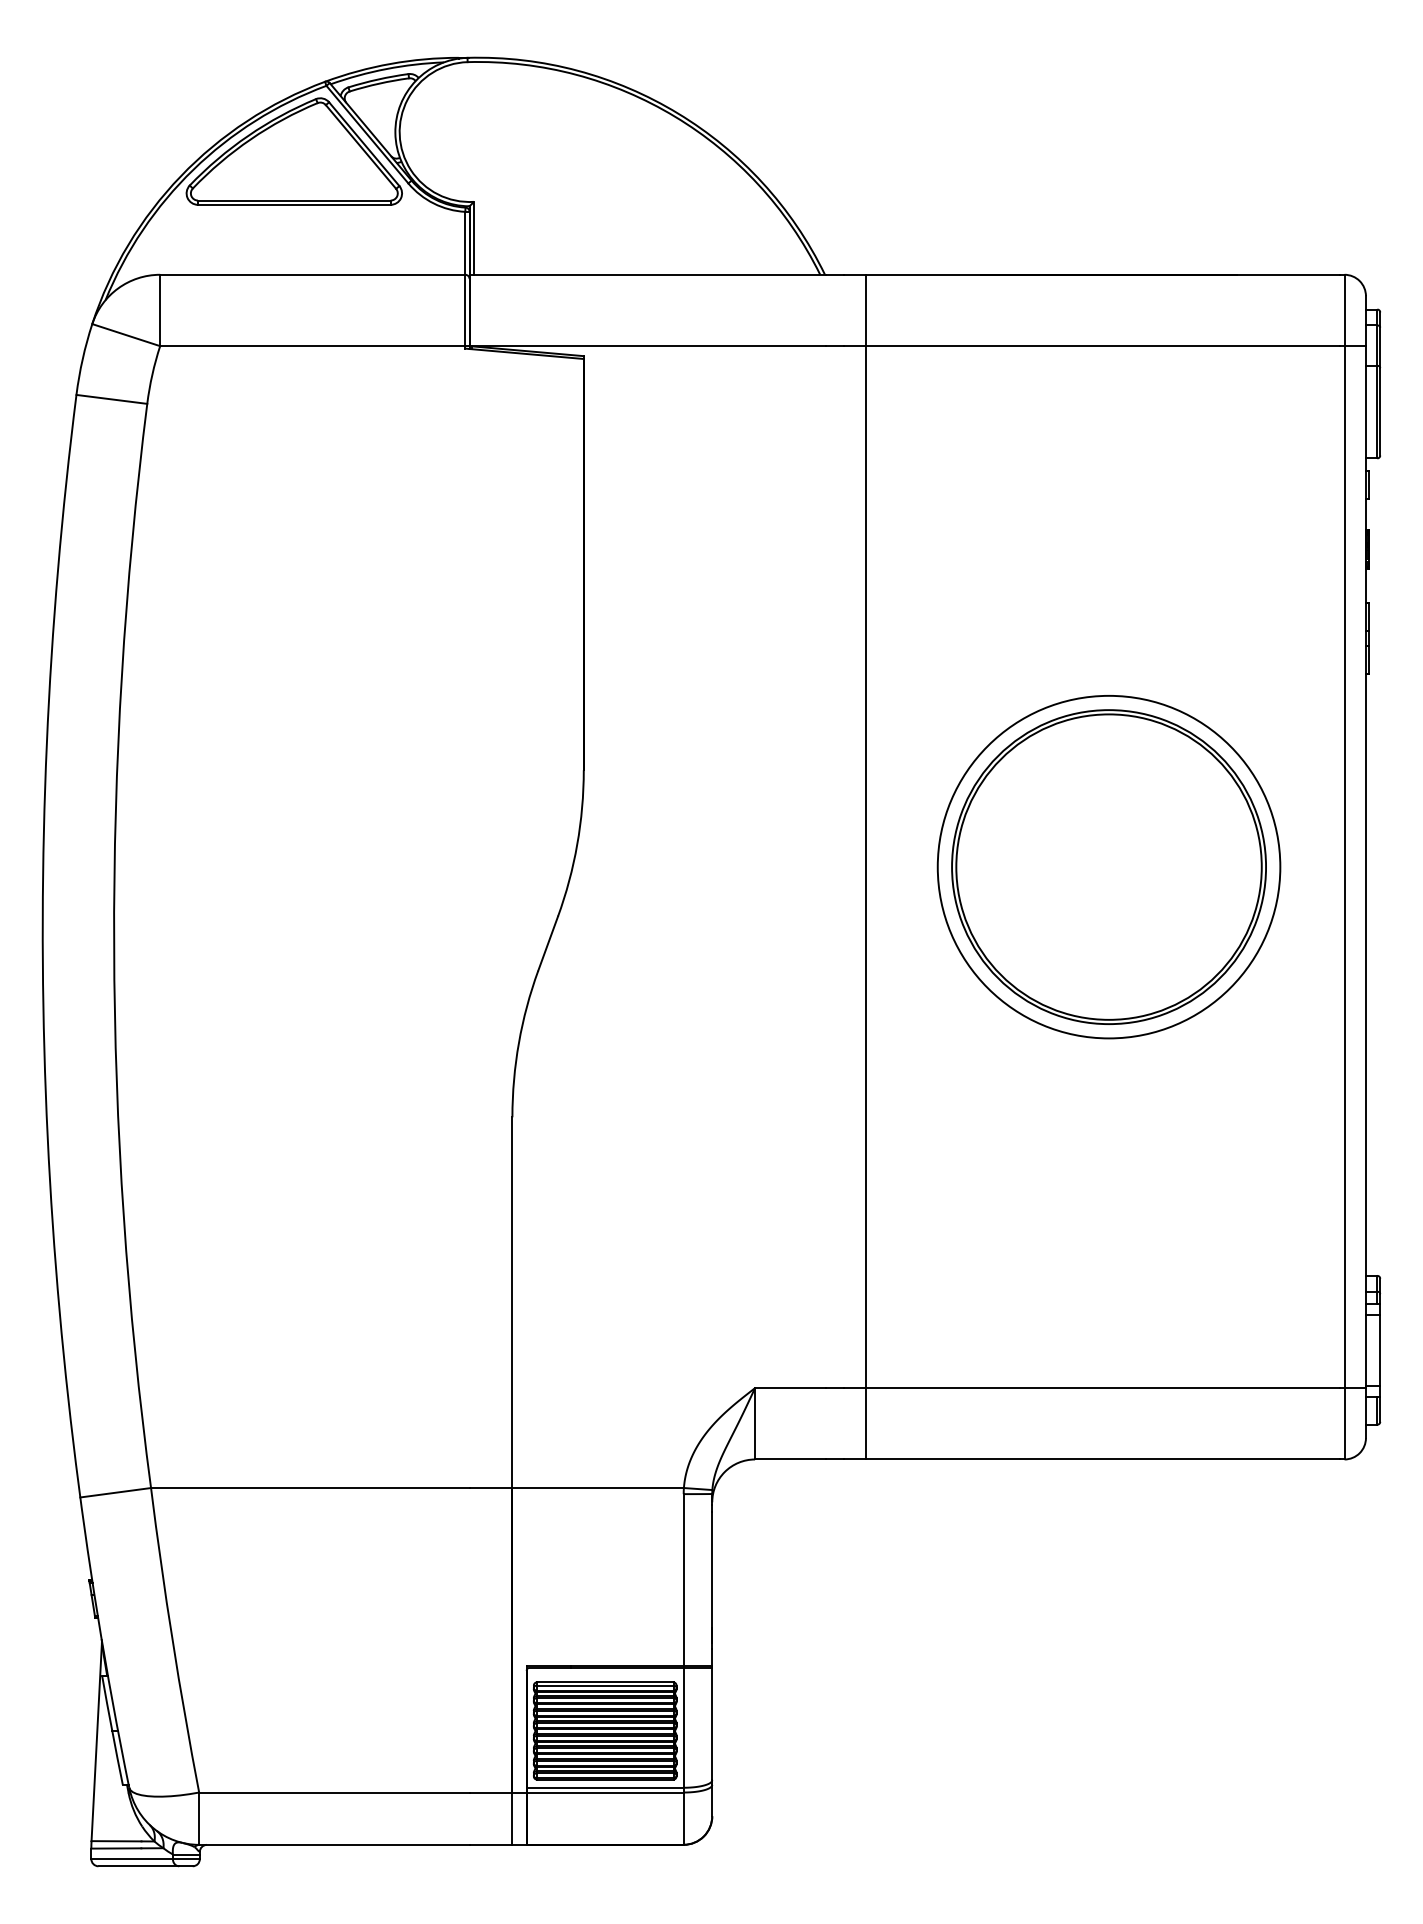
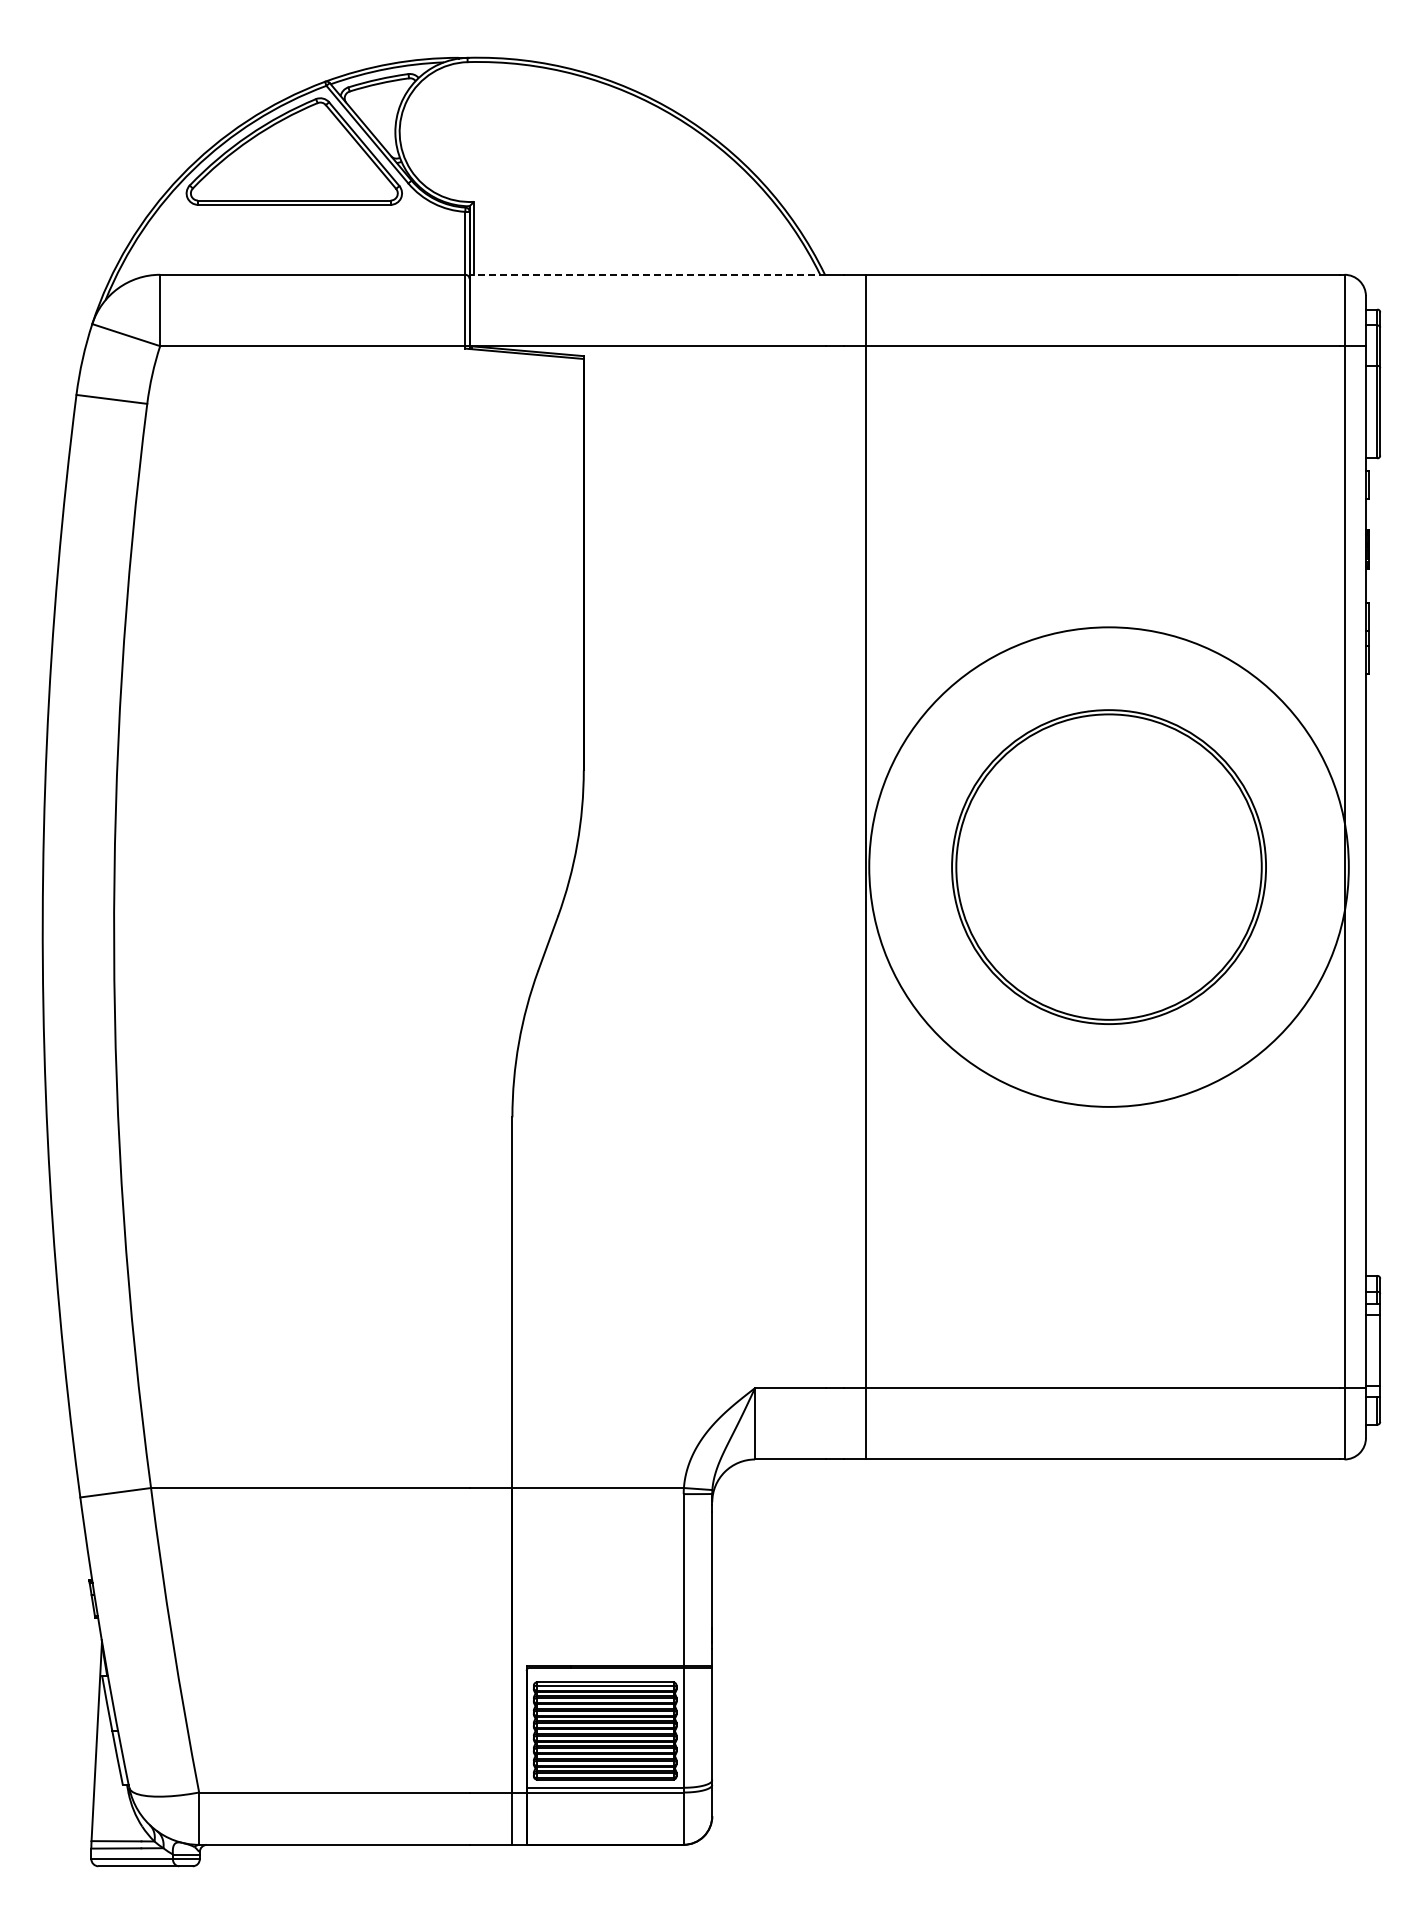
line at (647, 274): solid -> dashed
circle at (1108, 866) diameter: 343 px -> 480 px
